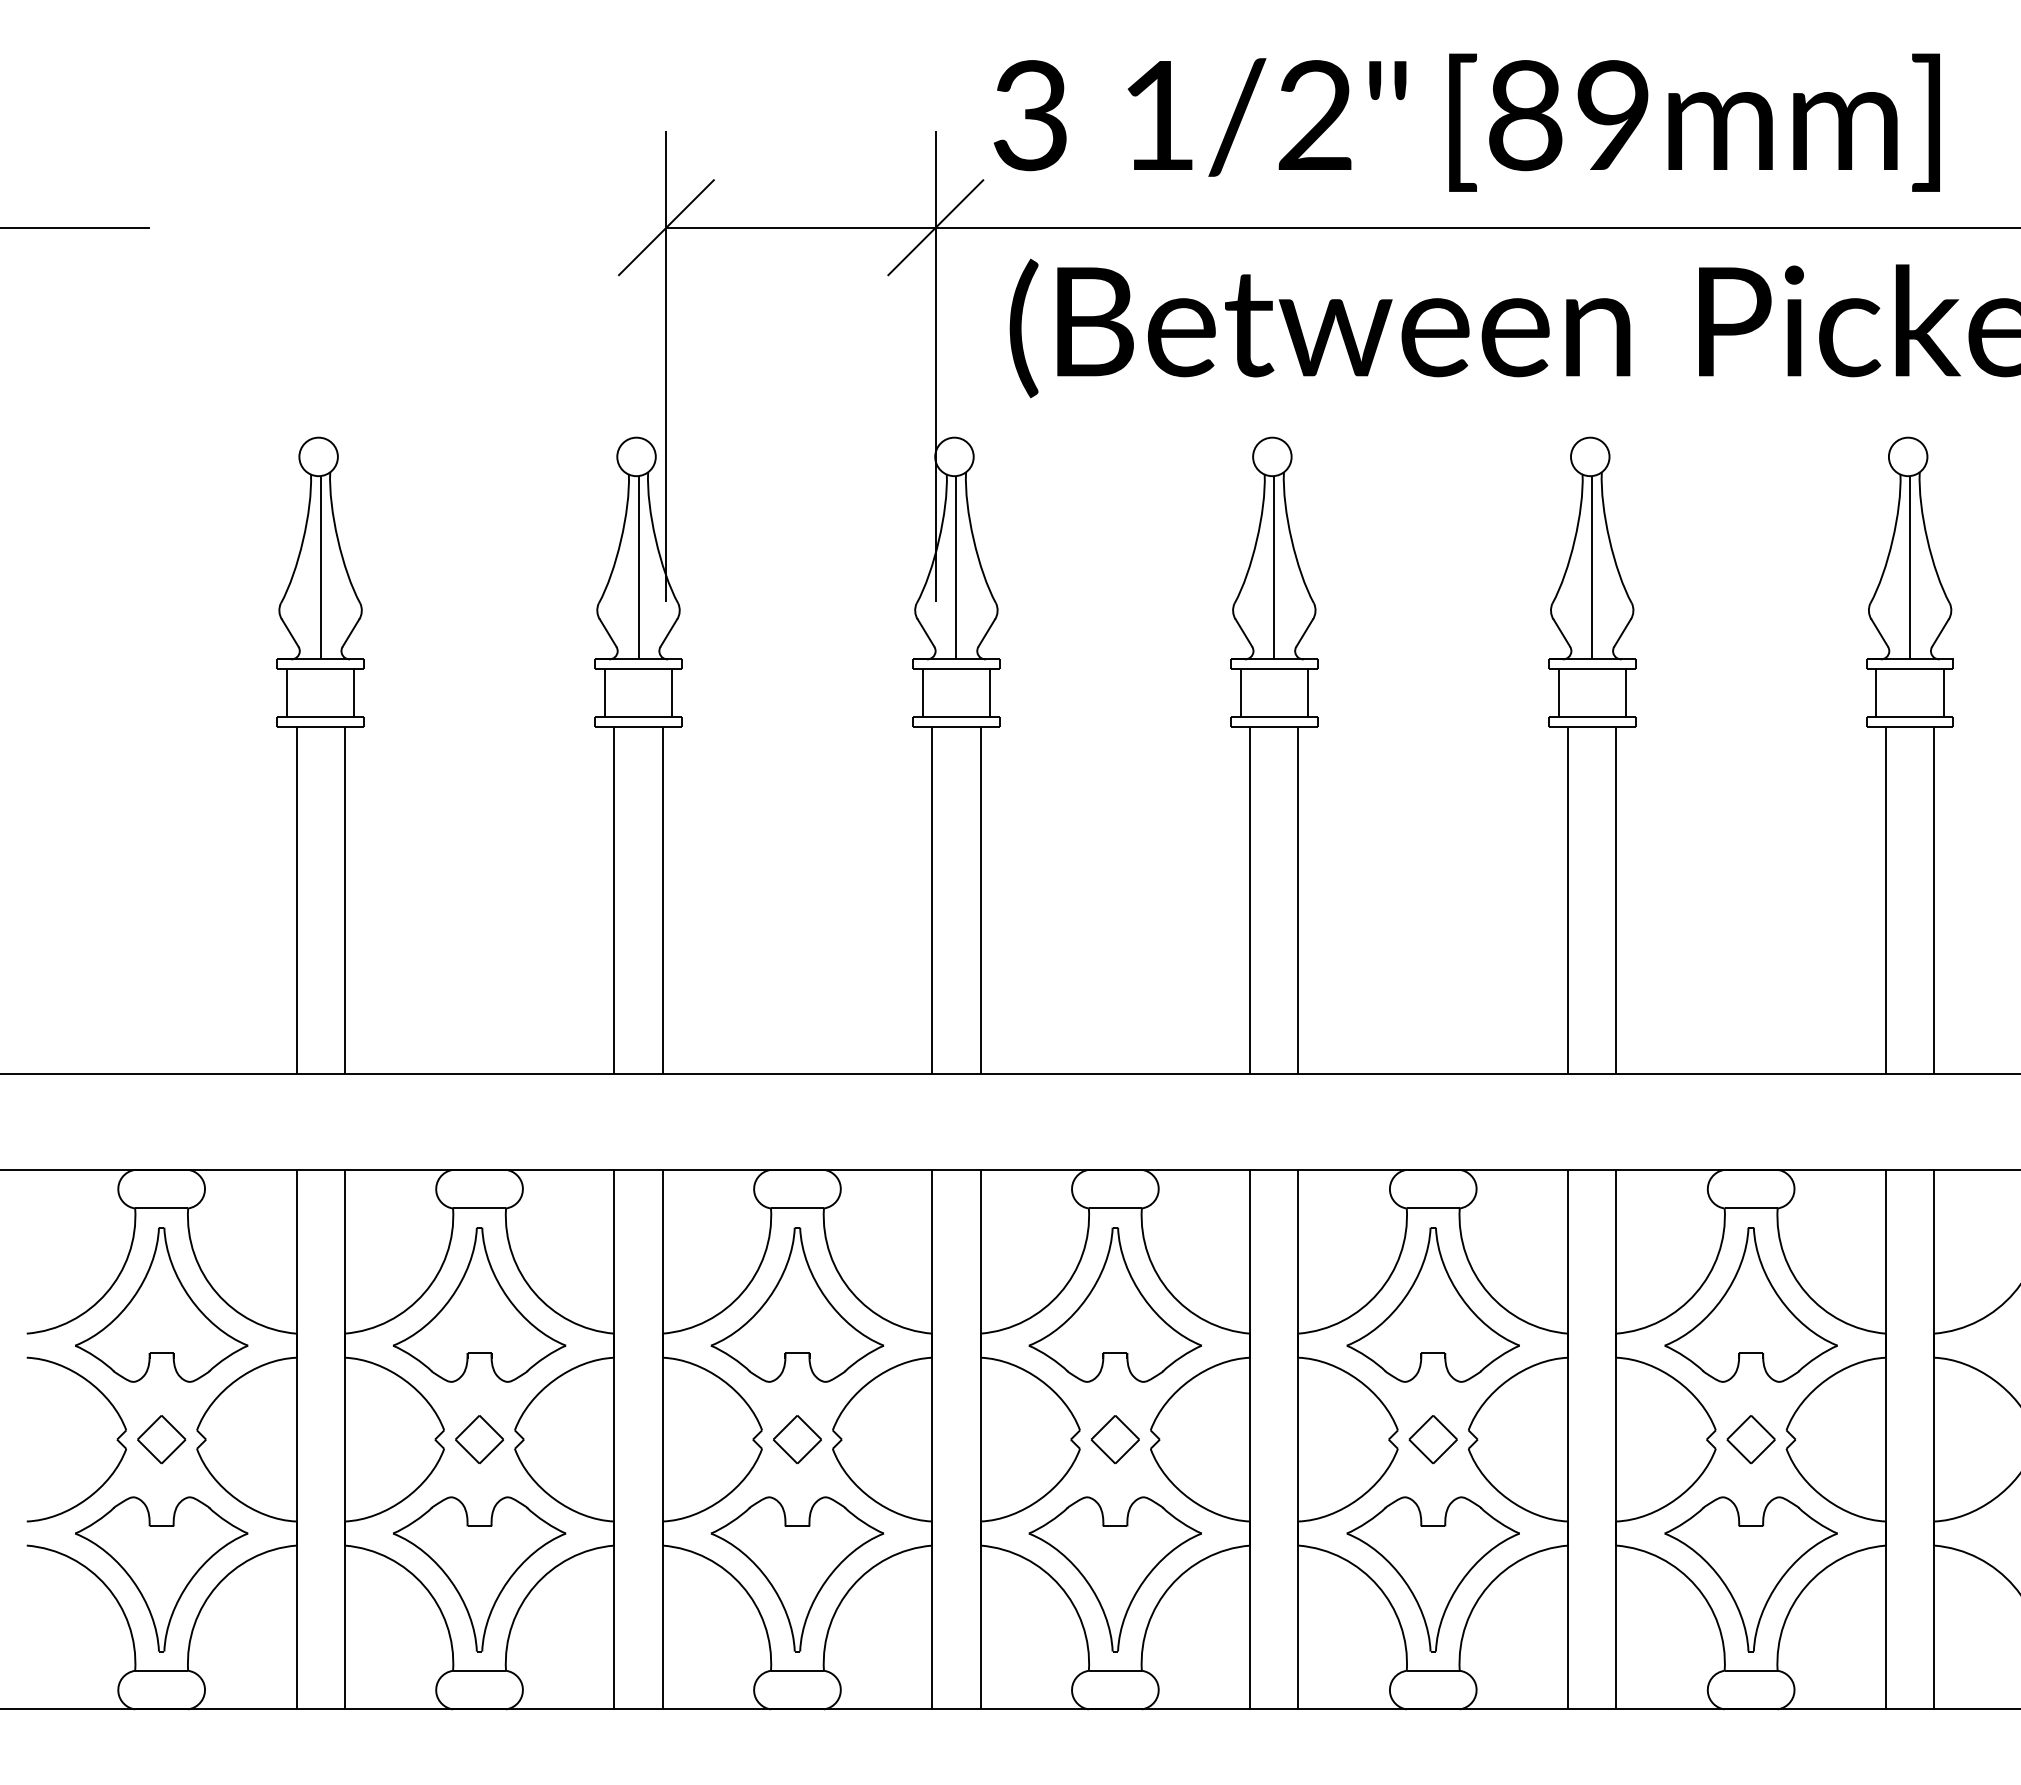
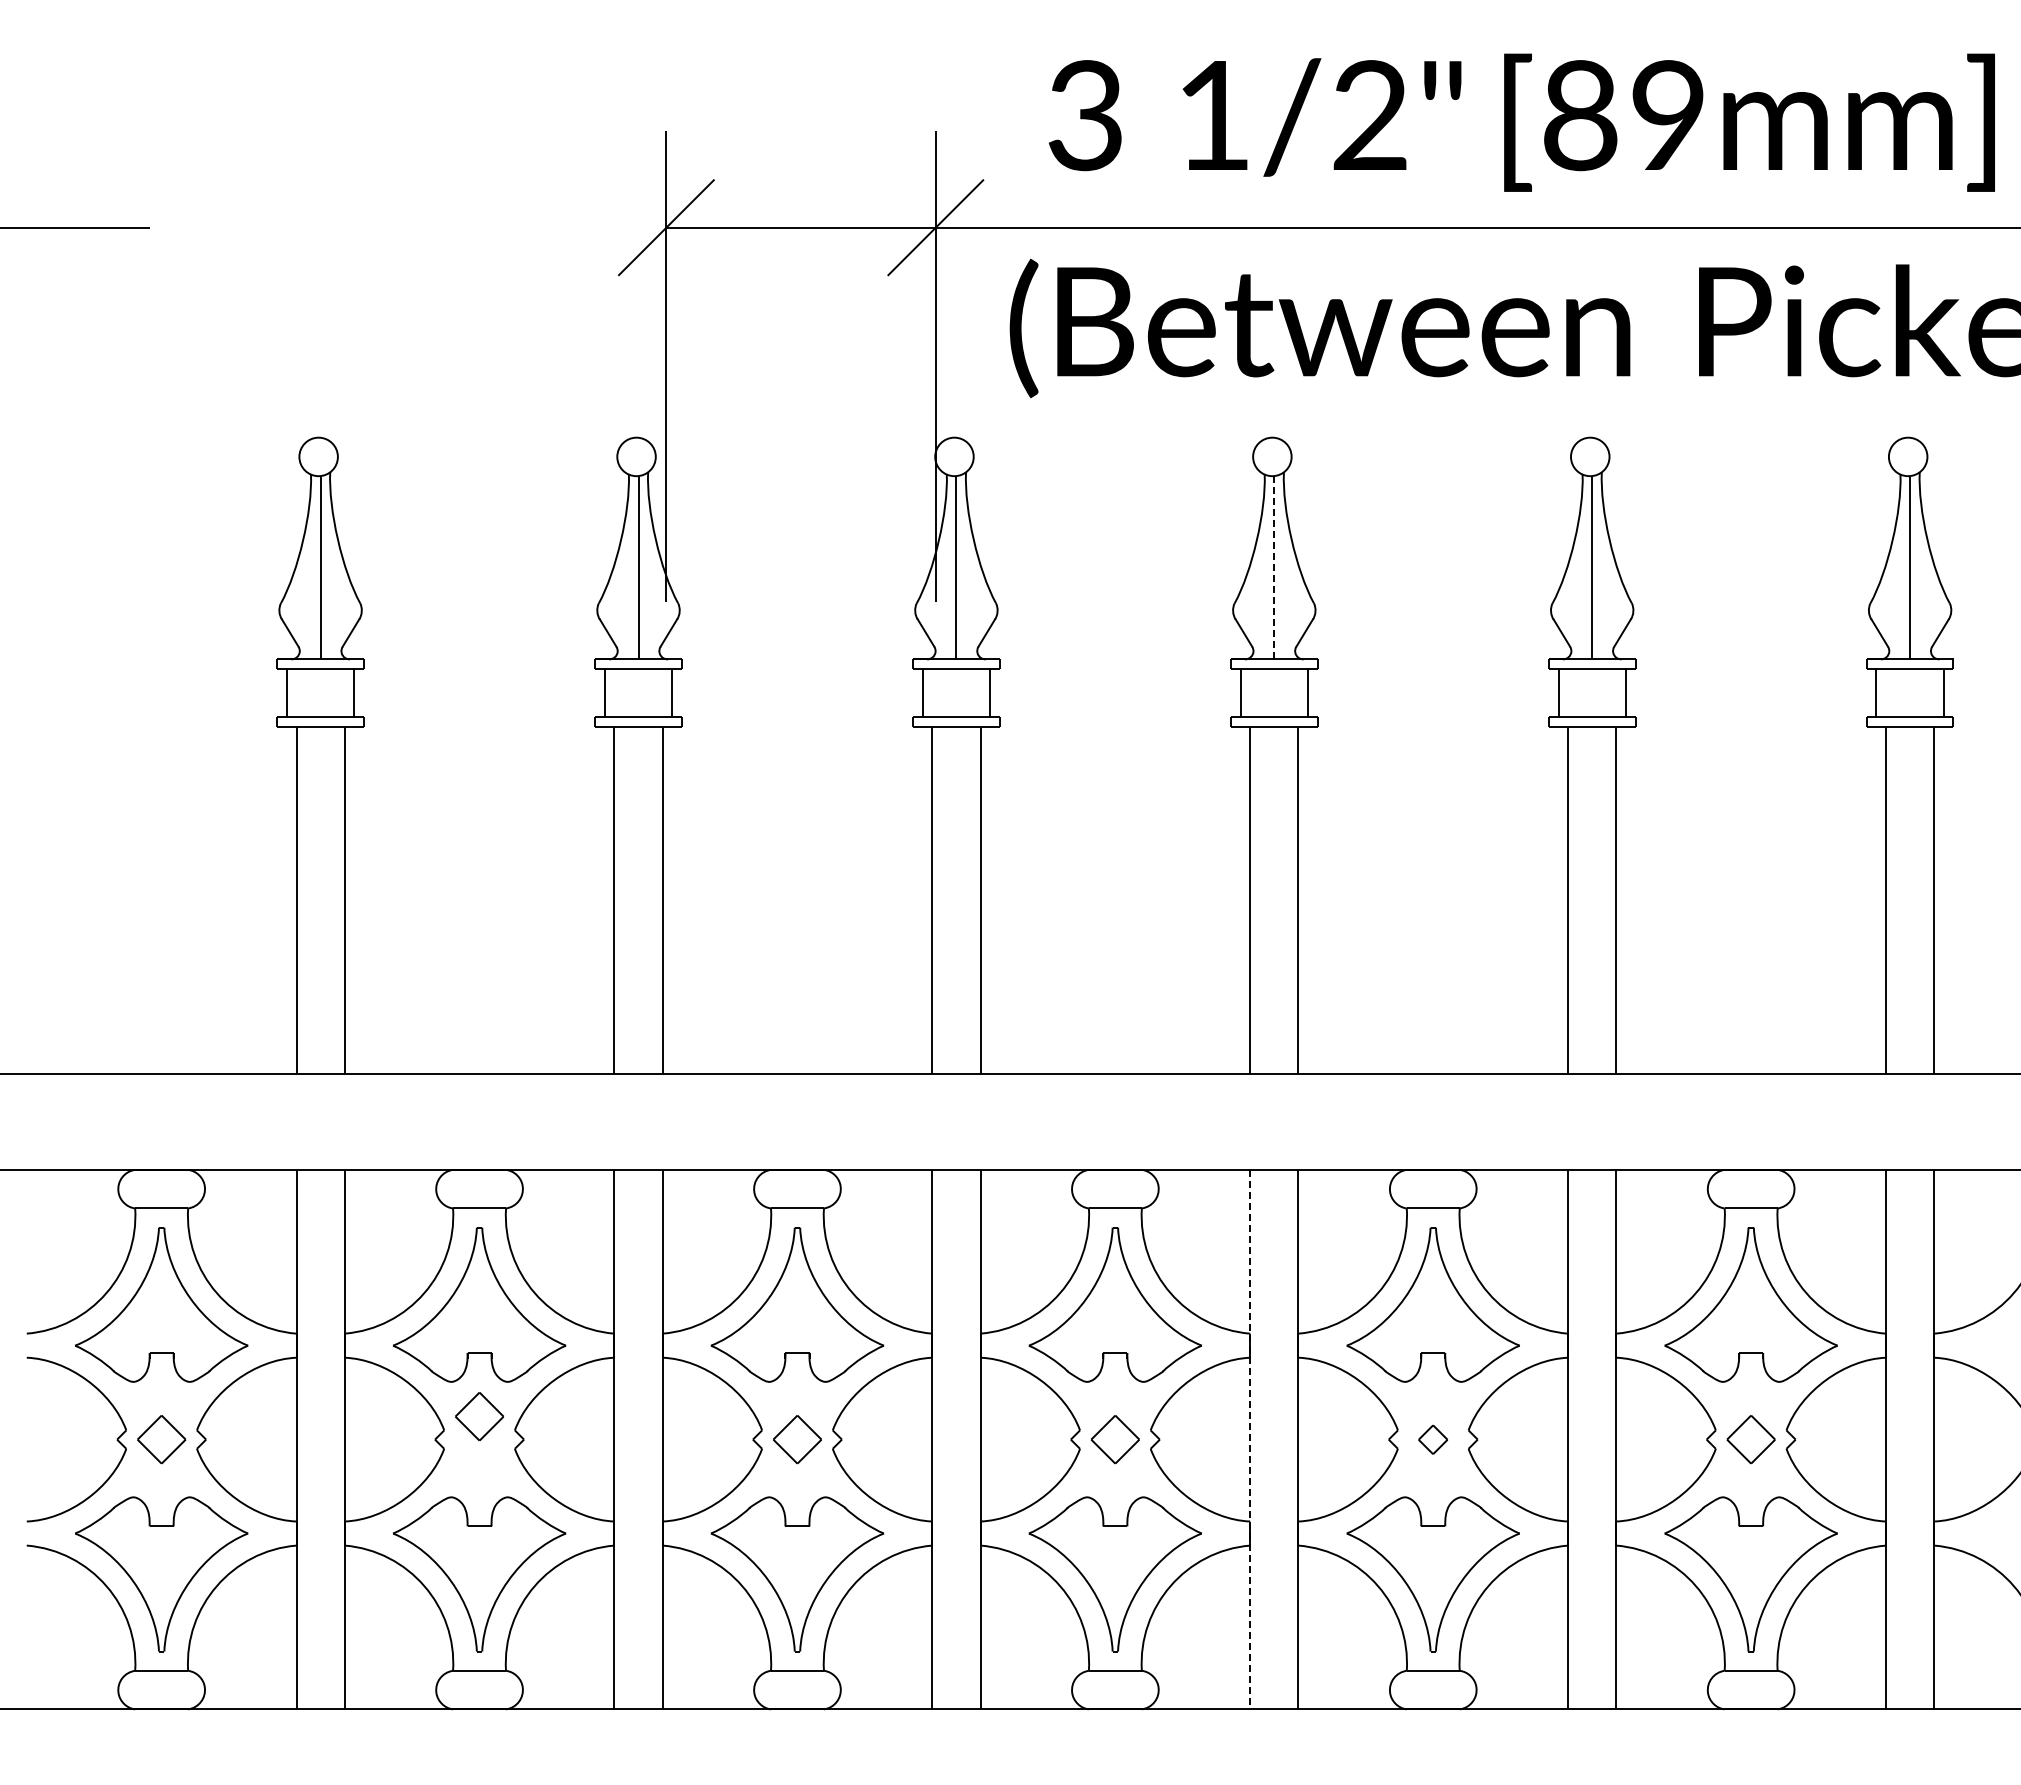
text at (1466, 122) position: (1466, 122) -> (1521, 122)
line at (1274, 567): solid -> dashed
part at (479, 1439) position: (479, 1439) -> (479, 1416)
line at (1250, 1439): solid -> dashed
part at (1432, 1439) size: 50x50 px -> 30x31 px
